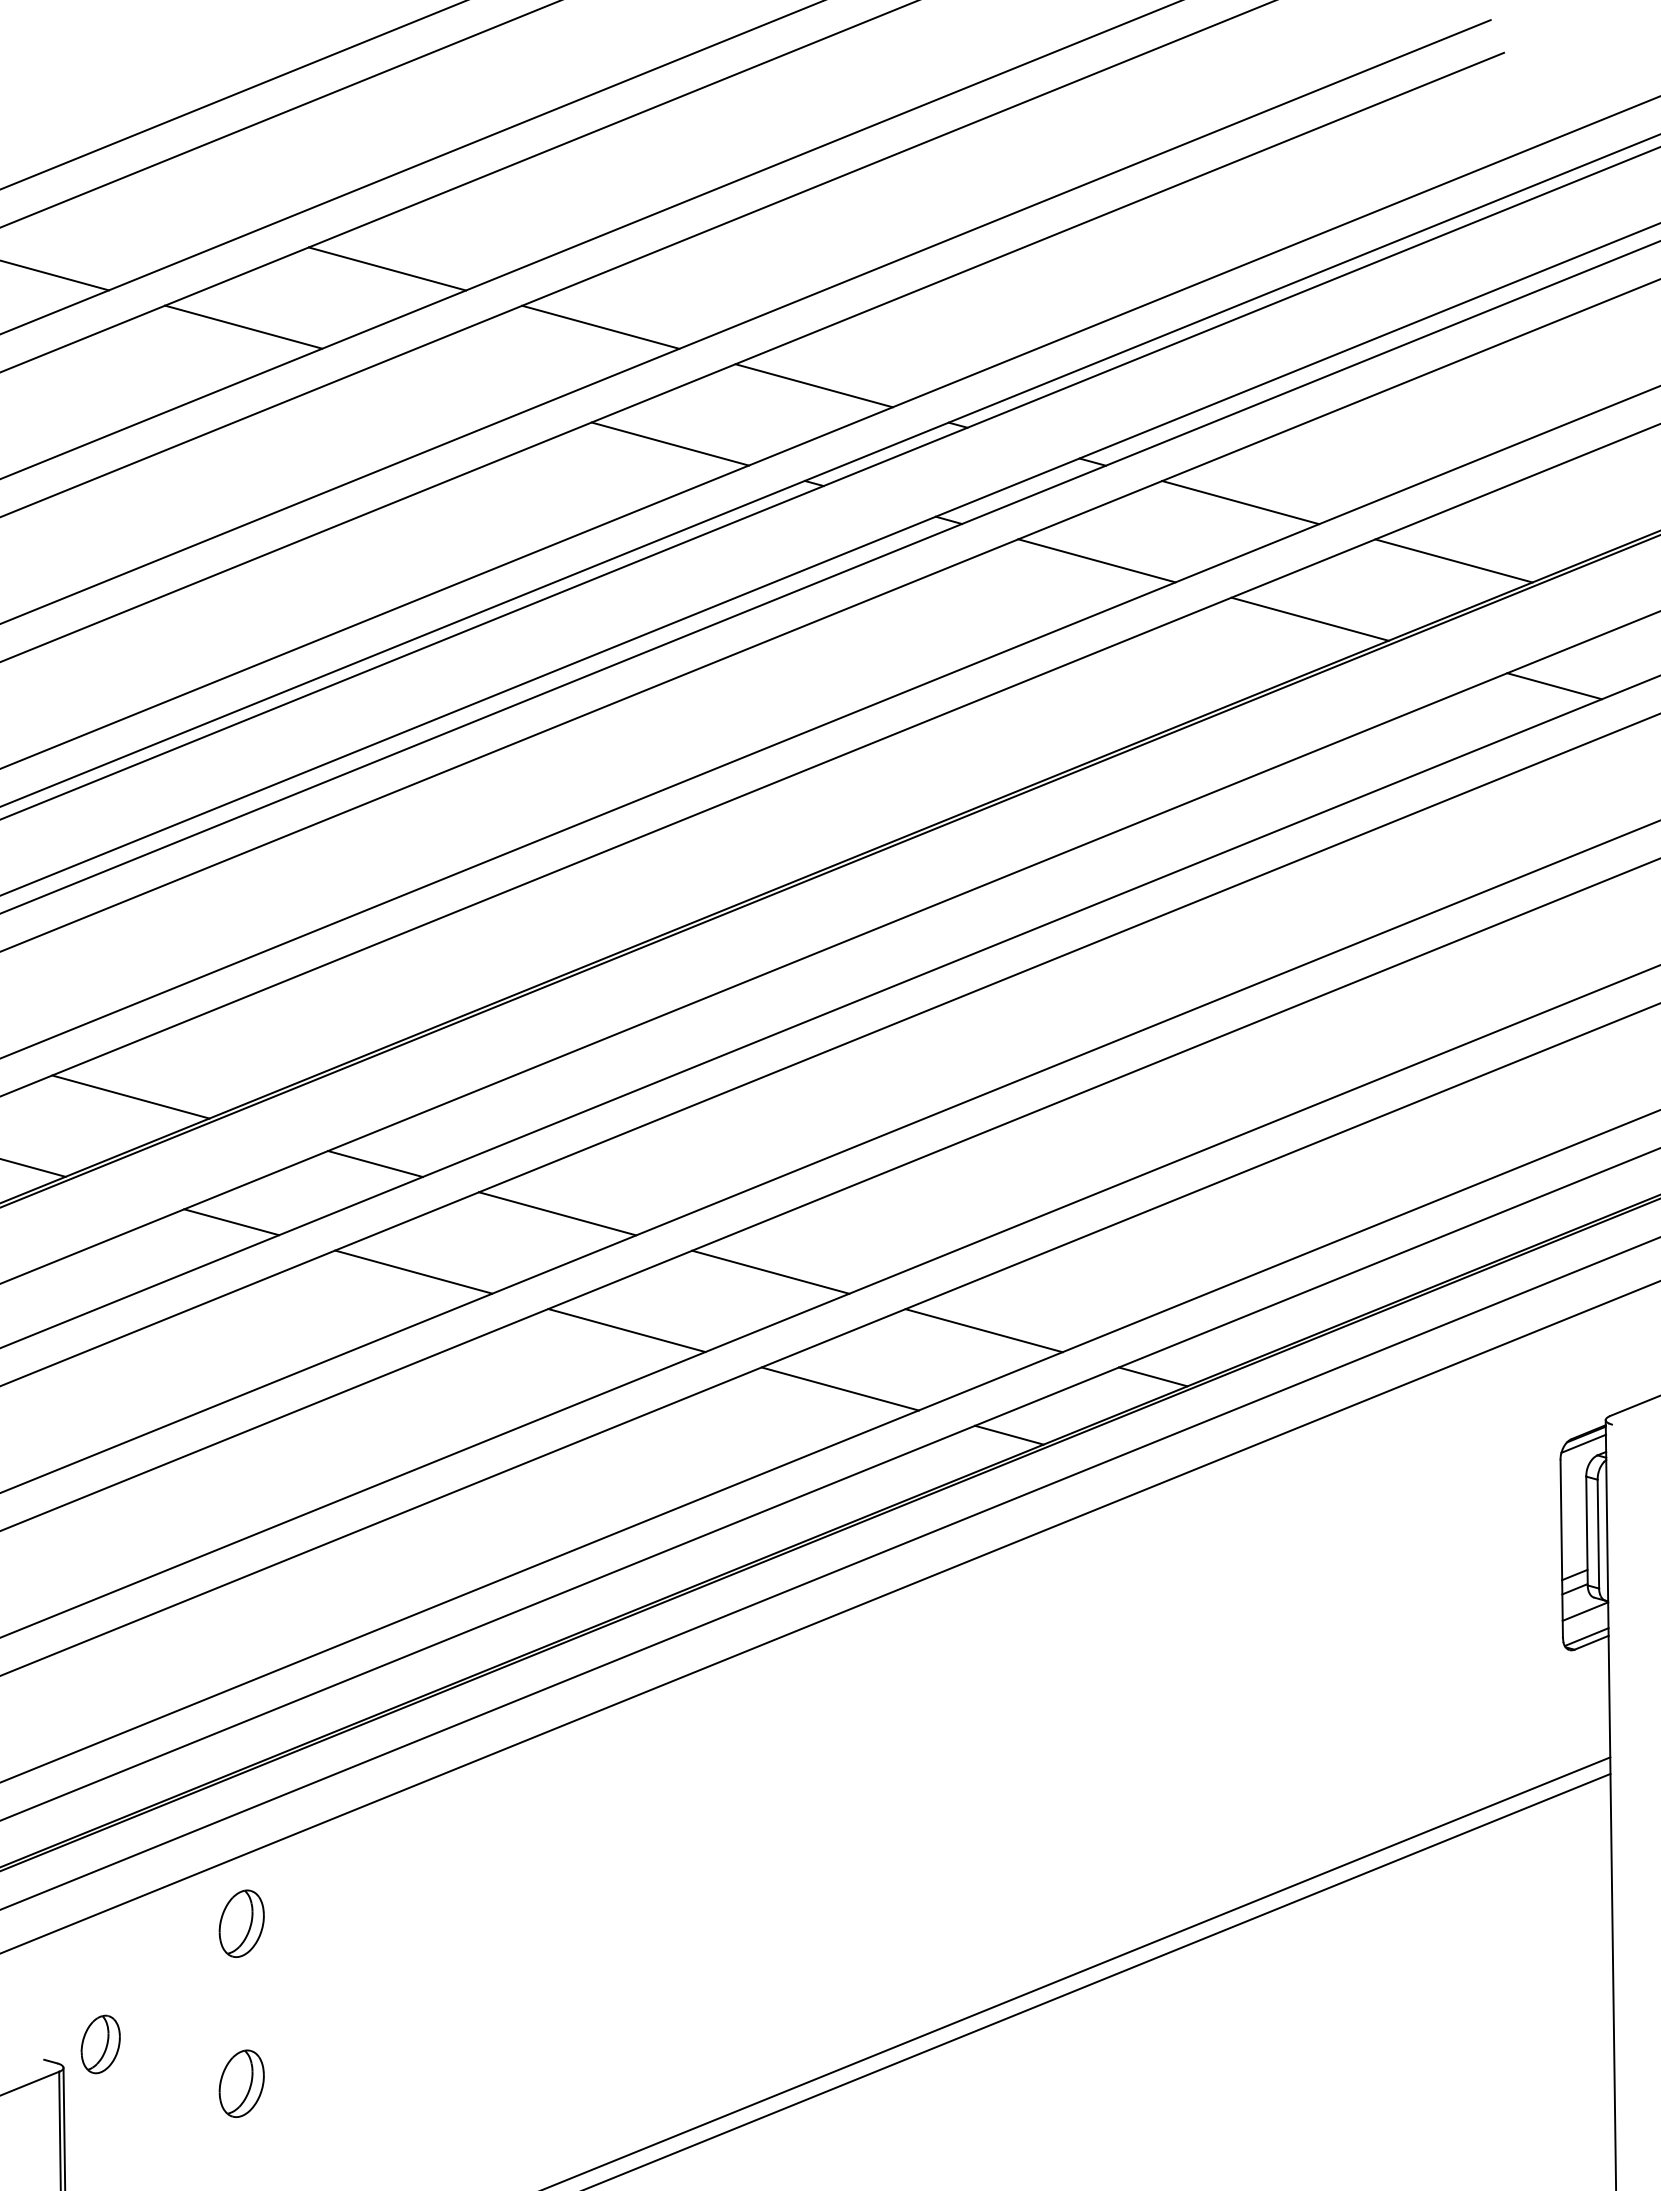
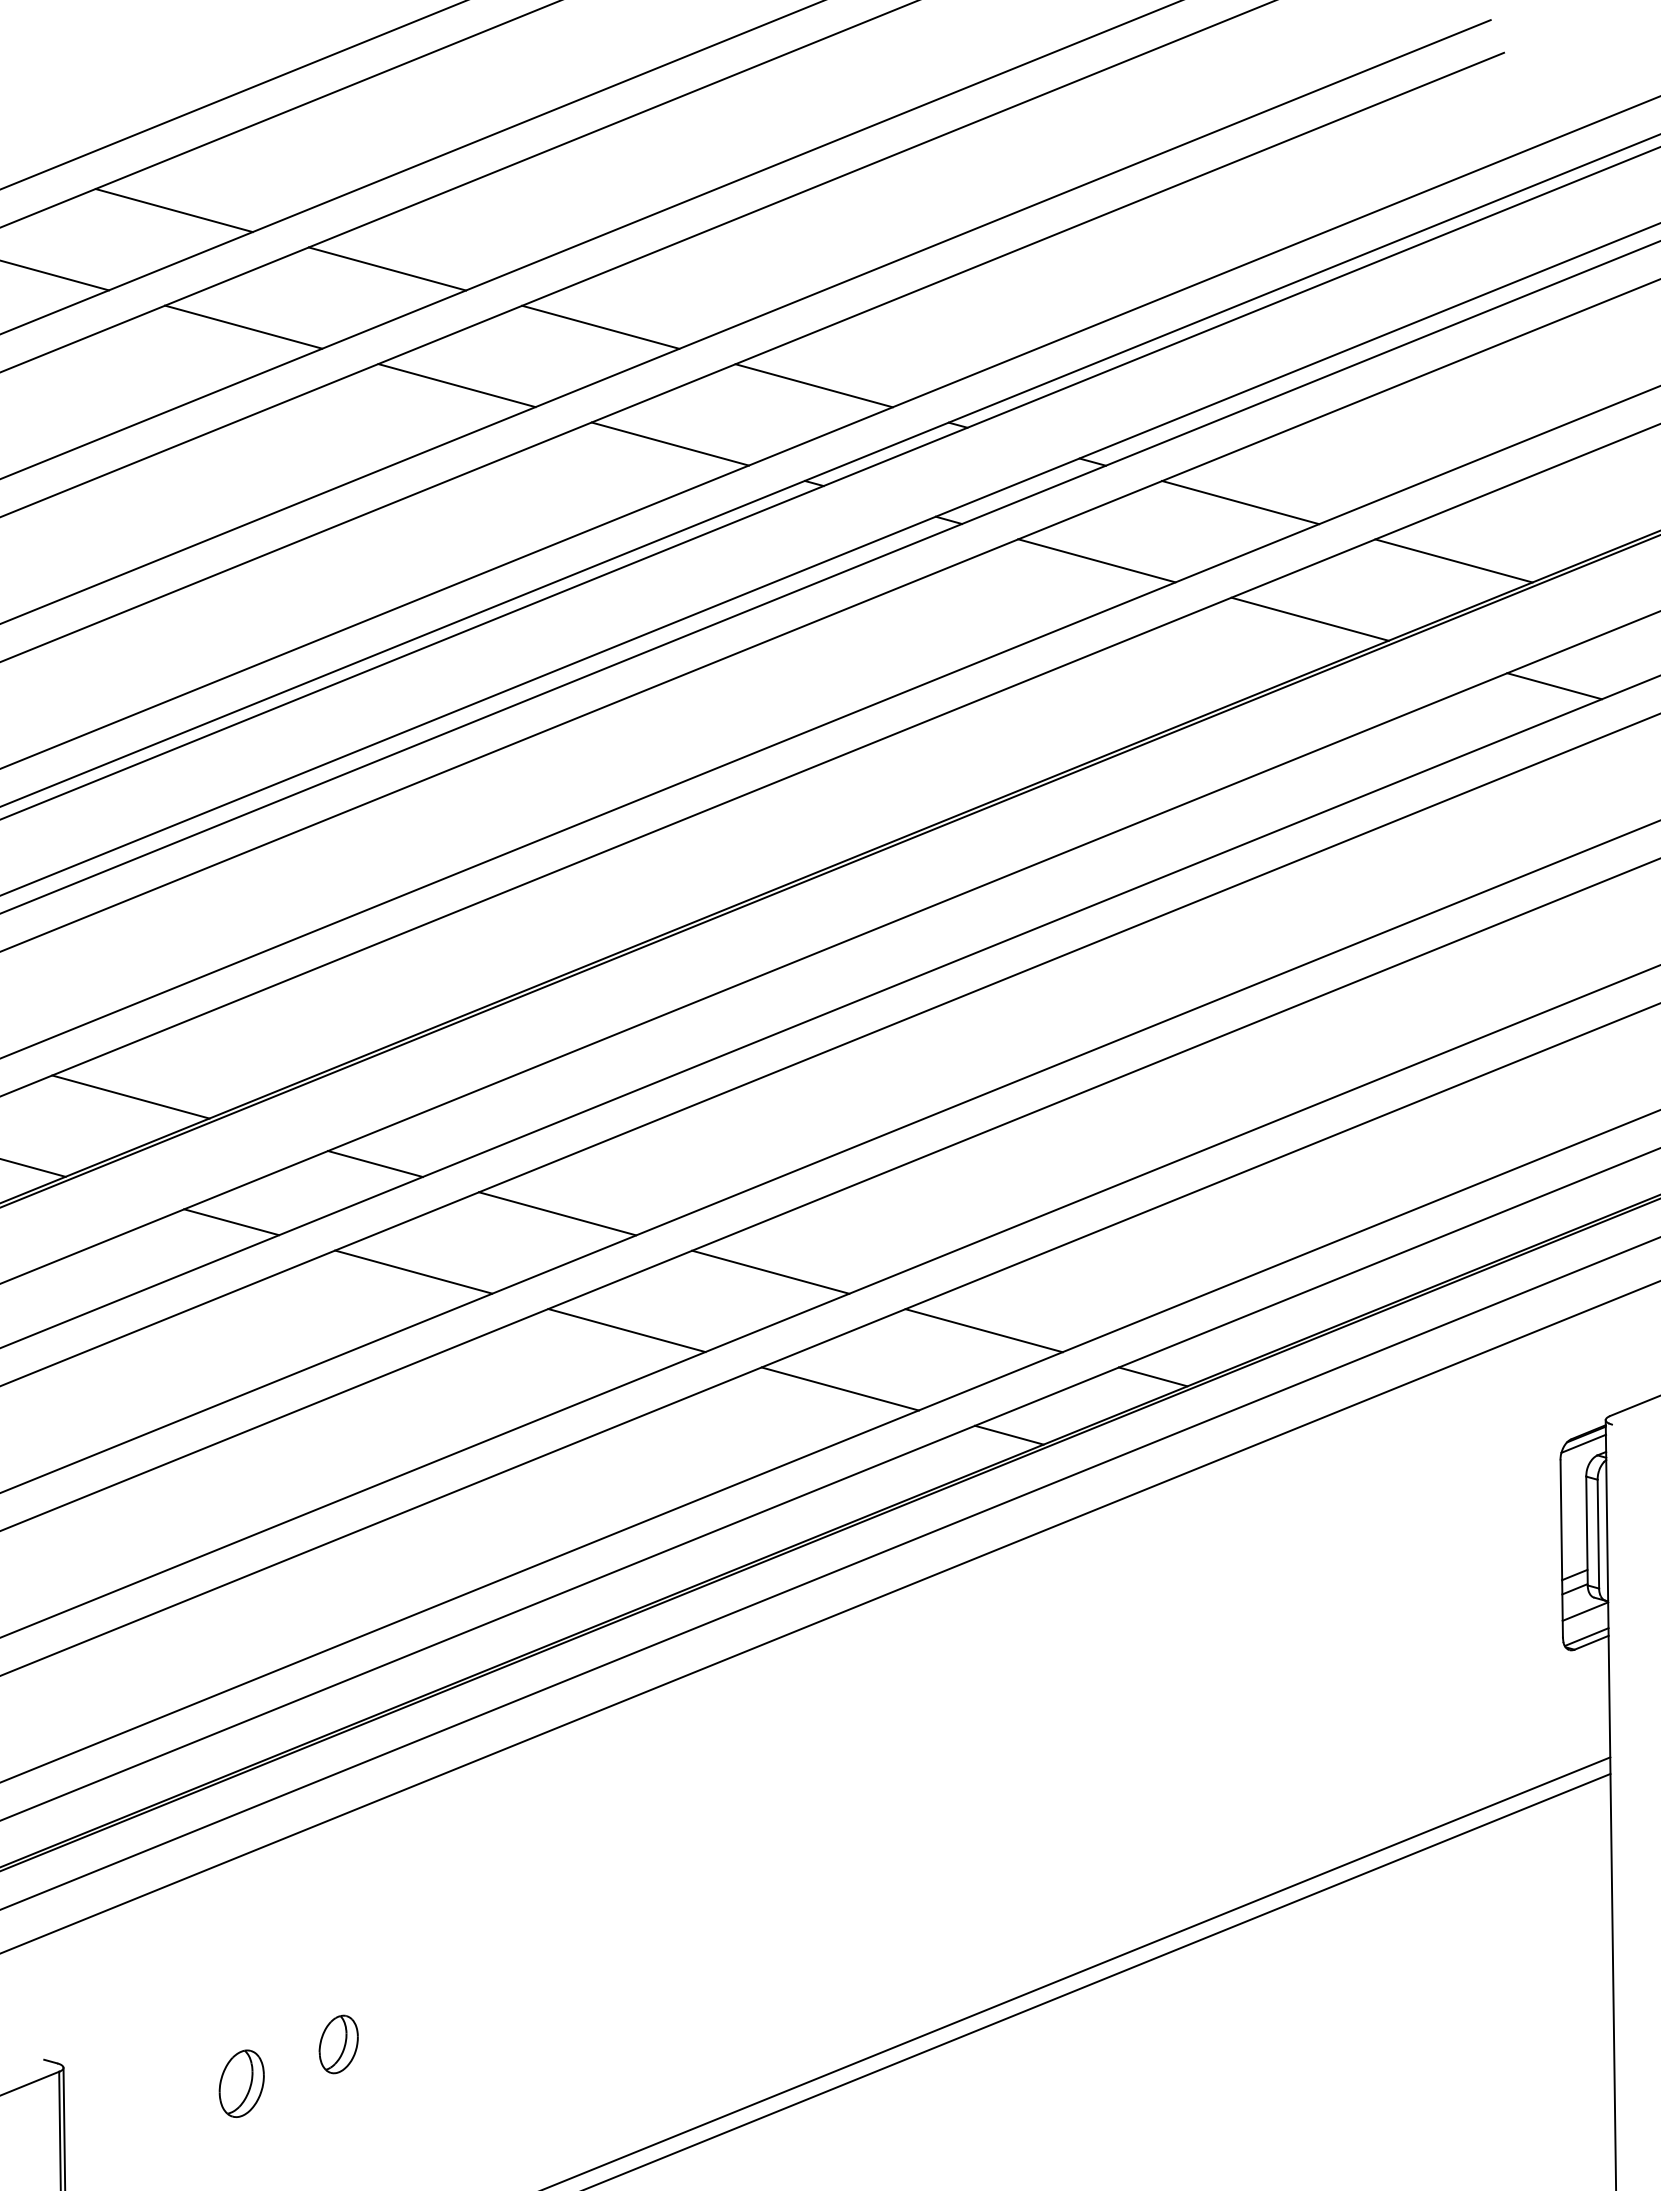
line at (173, 210): none -> present
line at (456, 385): none -> present
part at (241, 1923): present -> none
part at (100, 2044) position: (100, 2044) -> (338, 2044)
